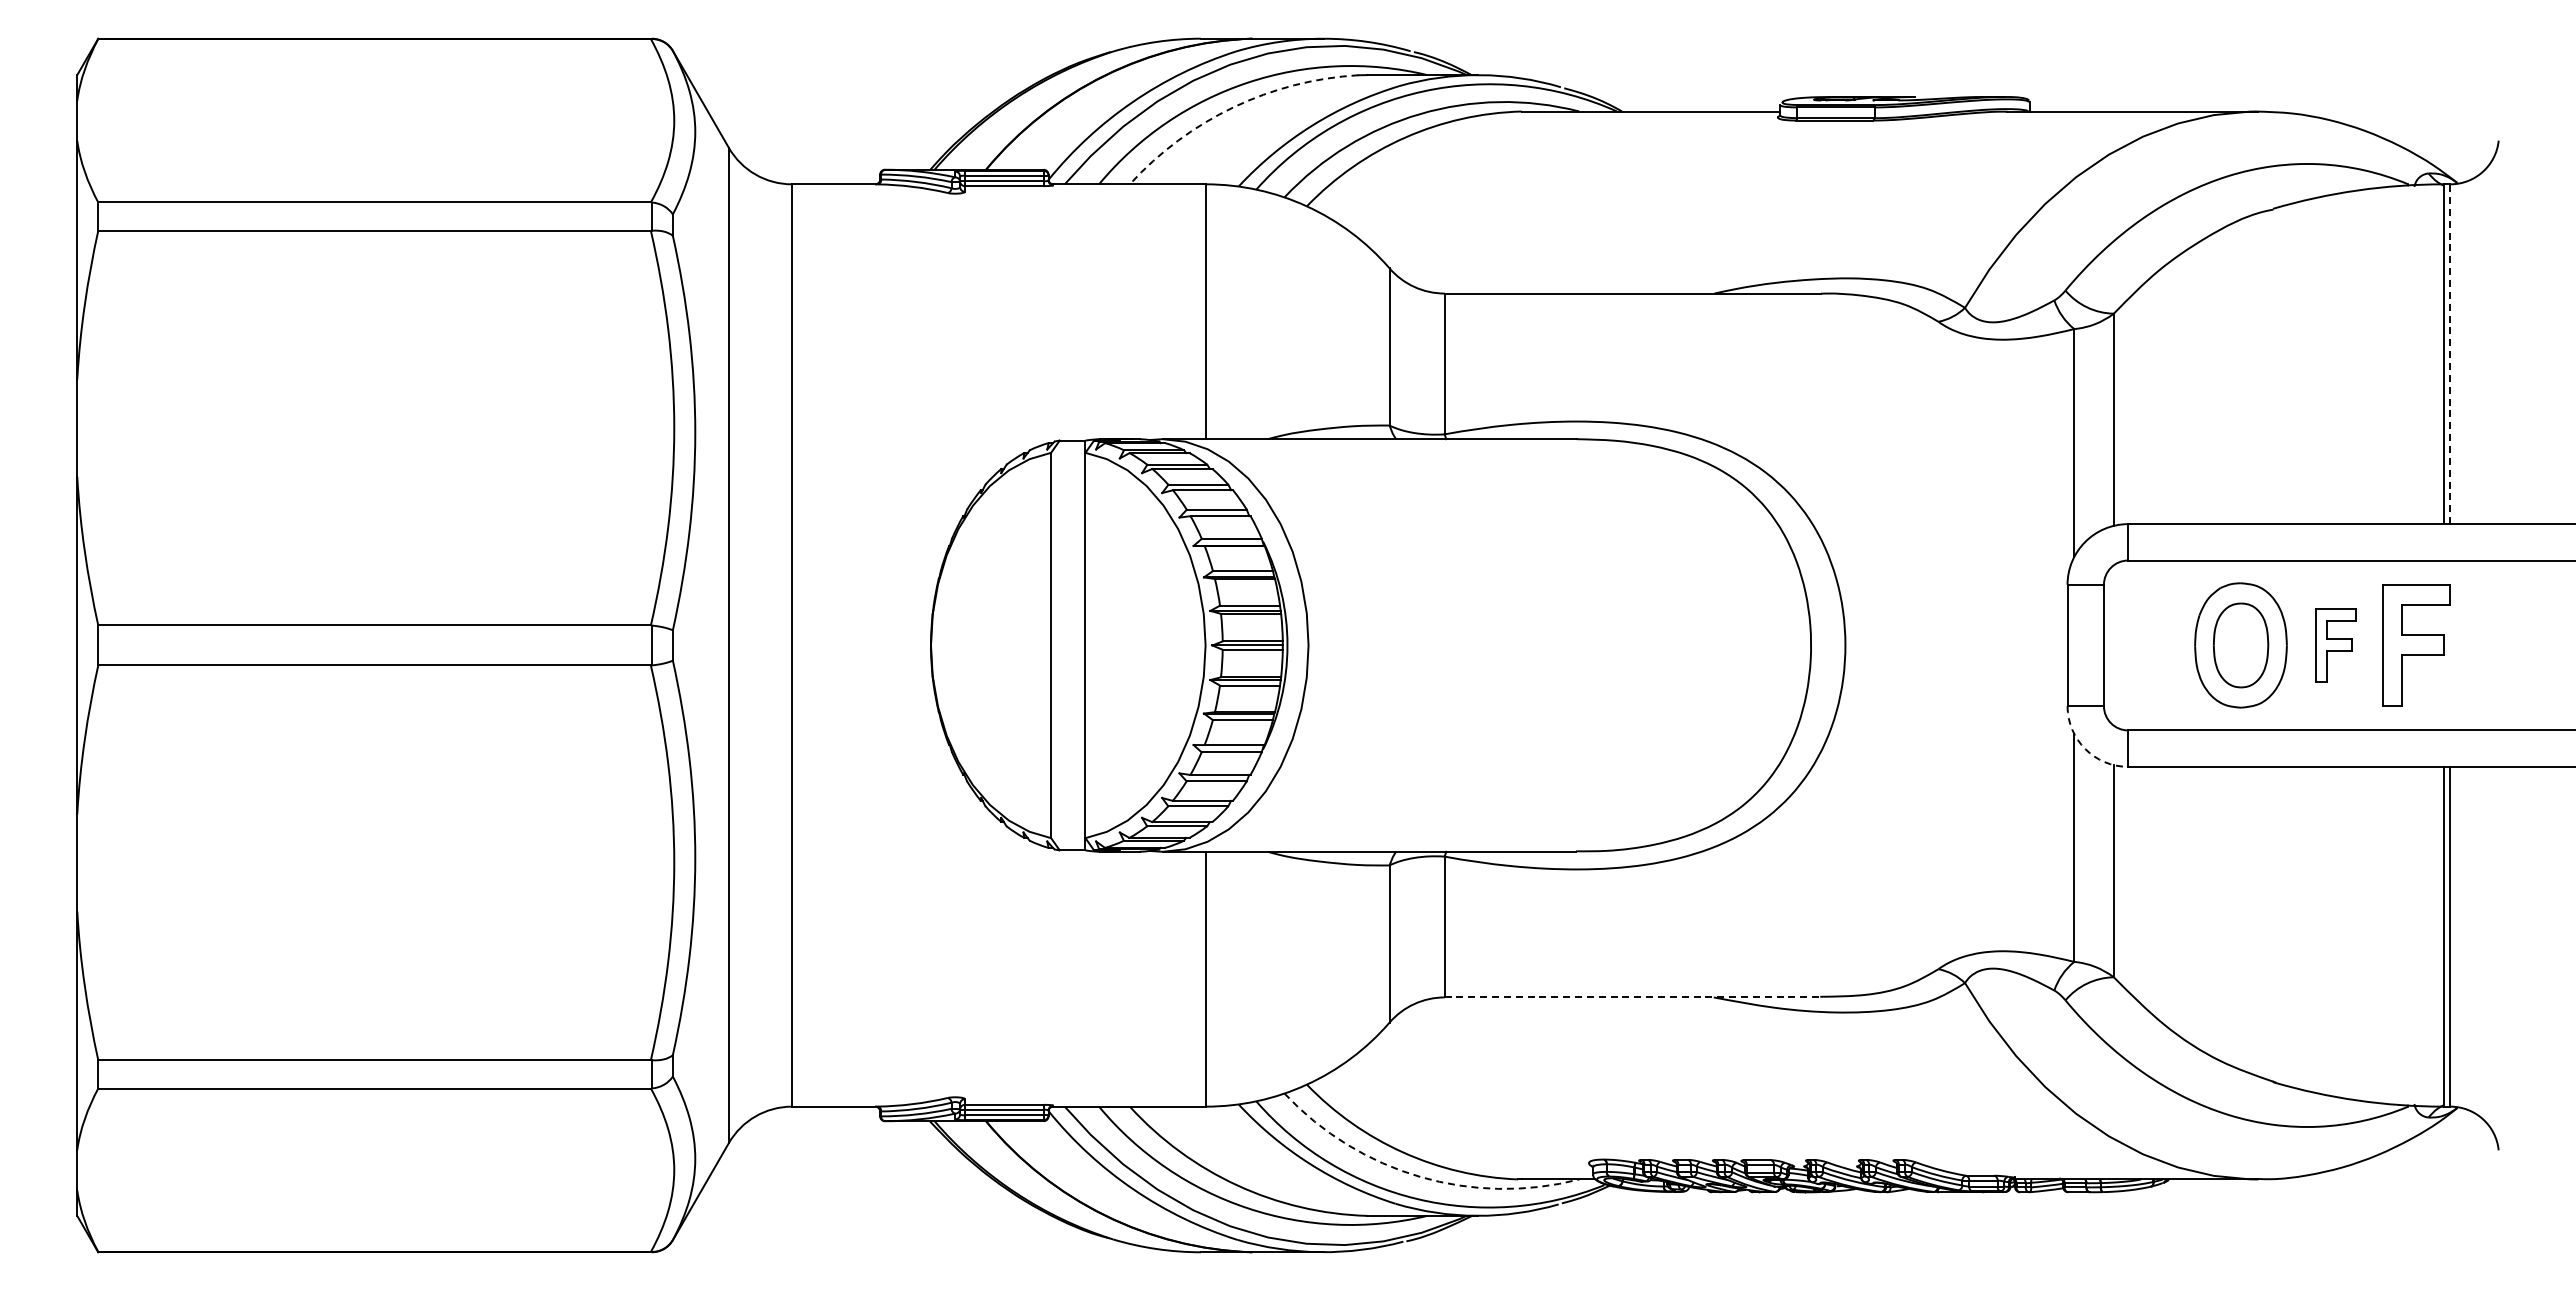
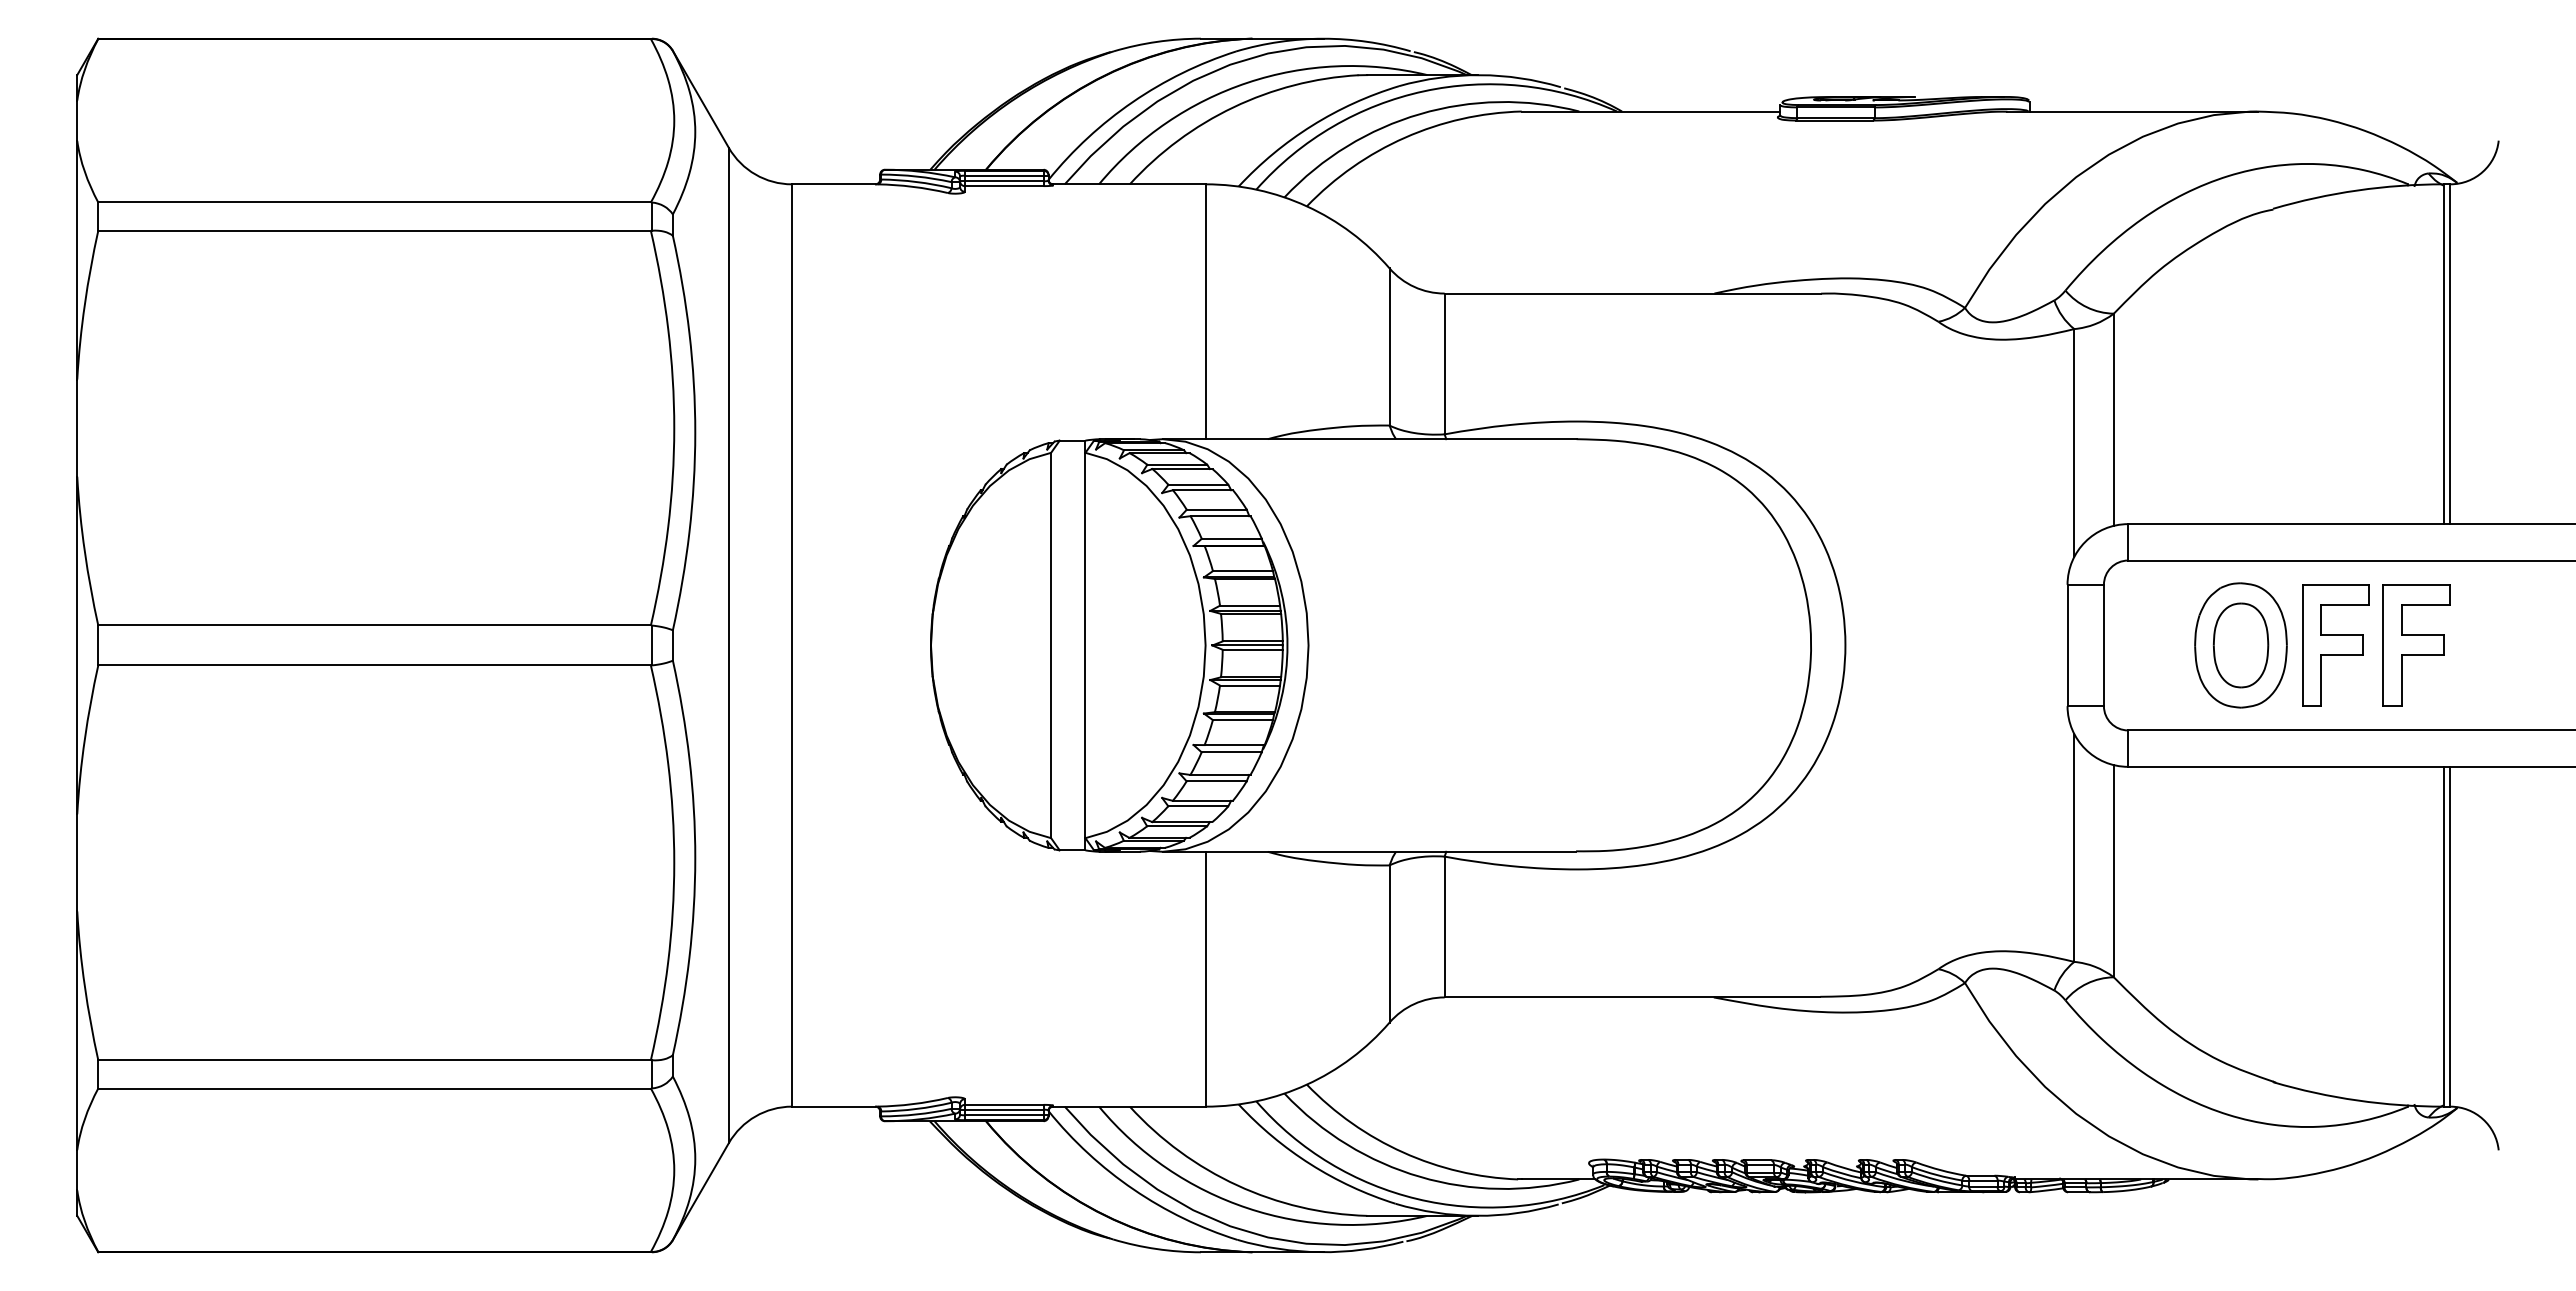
arc at (1233, 107): dashed -> solid
line at (2450, 354): dashed -> solid
part at (2335, 645) size: 42x75 px -> 68x123 px
arc at (2085, 749): dashed -> solid
line at (1632, 997): dashed -> solid
arc at (1420, 1176): dashed -> solid
